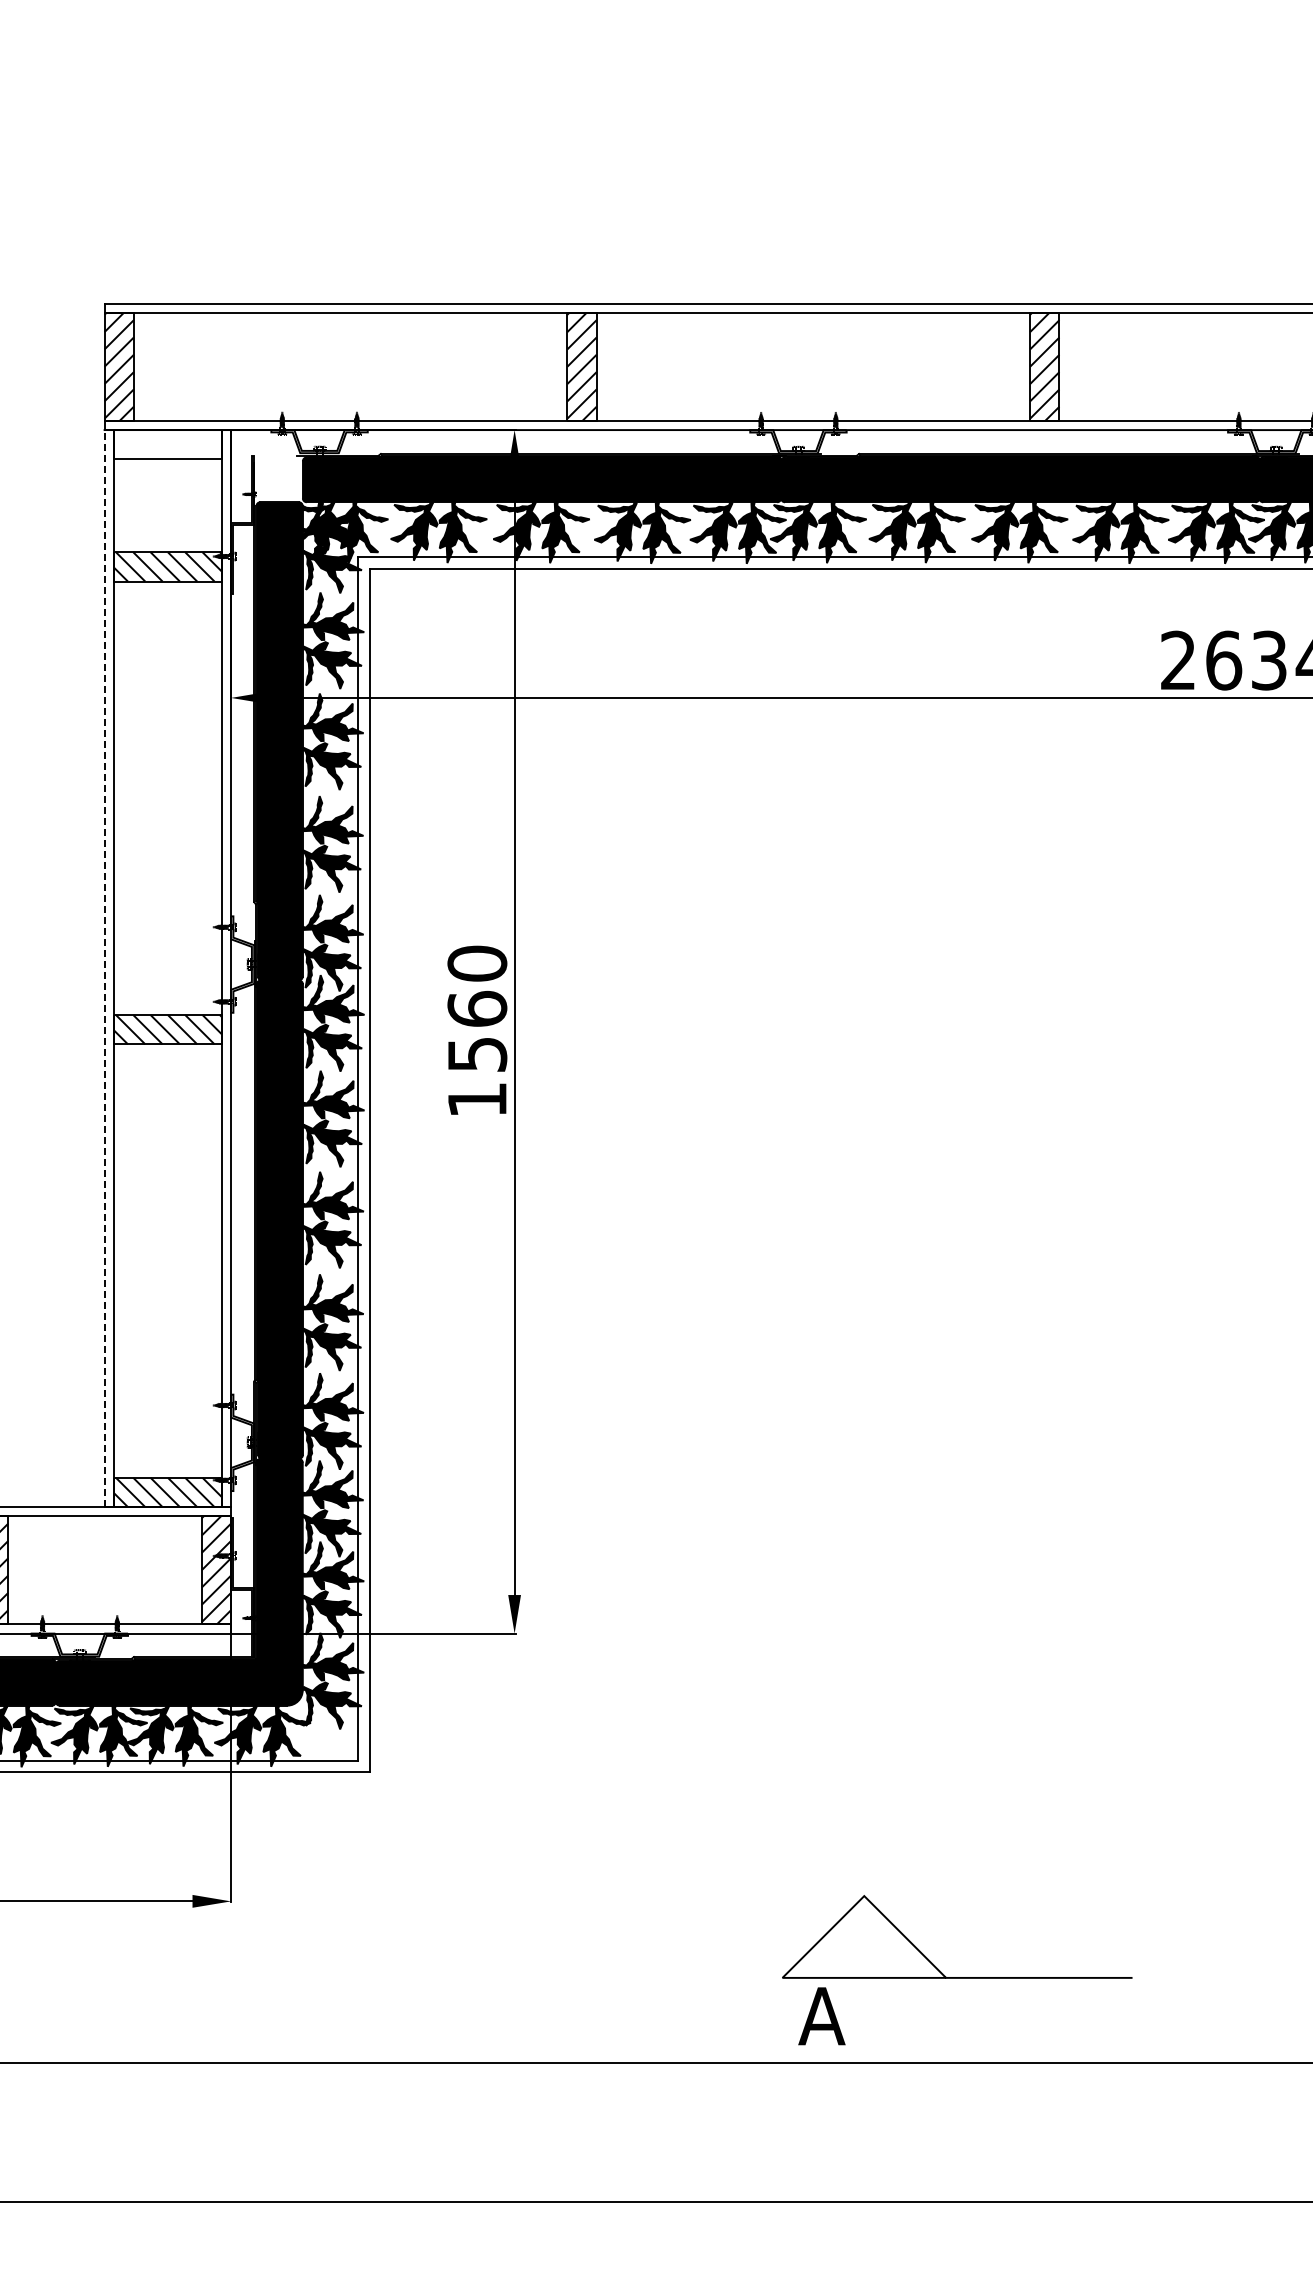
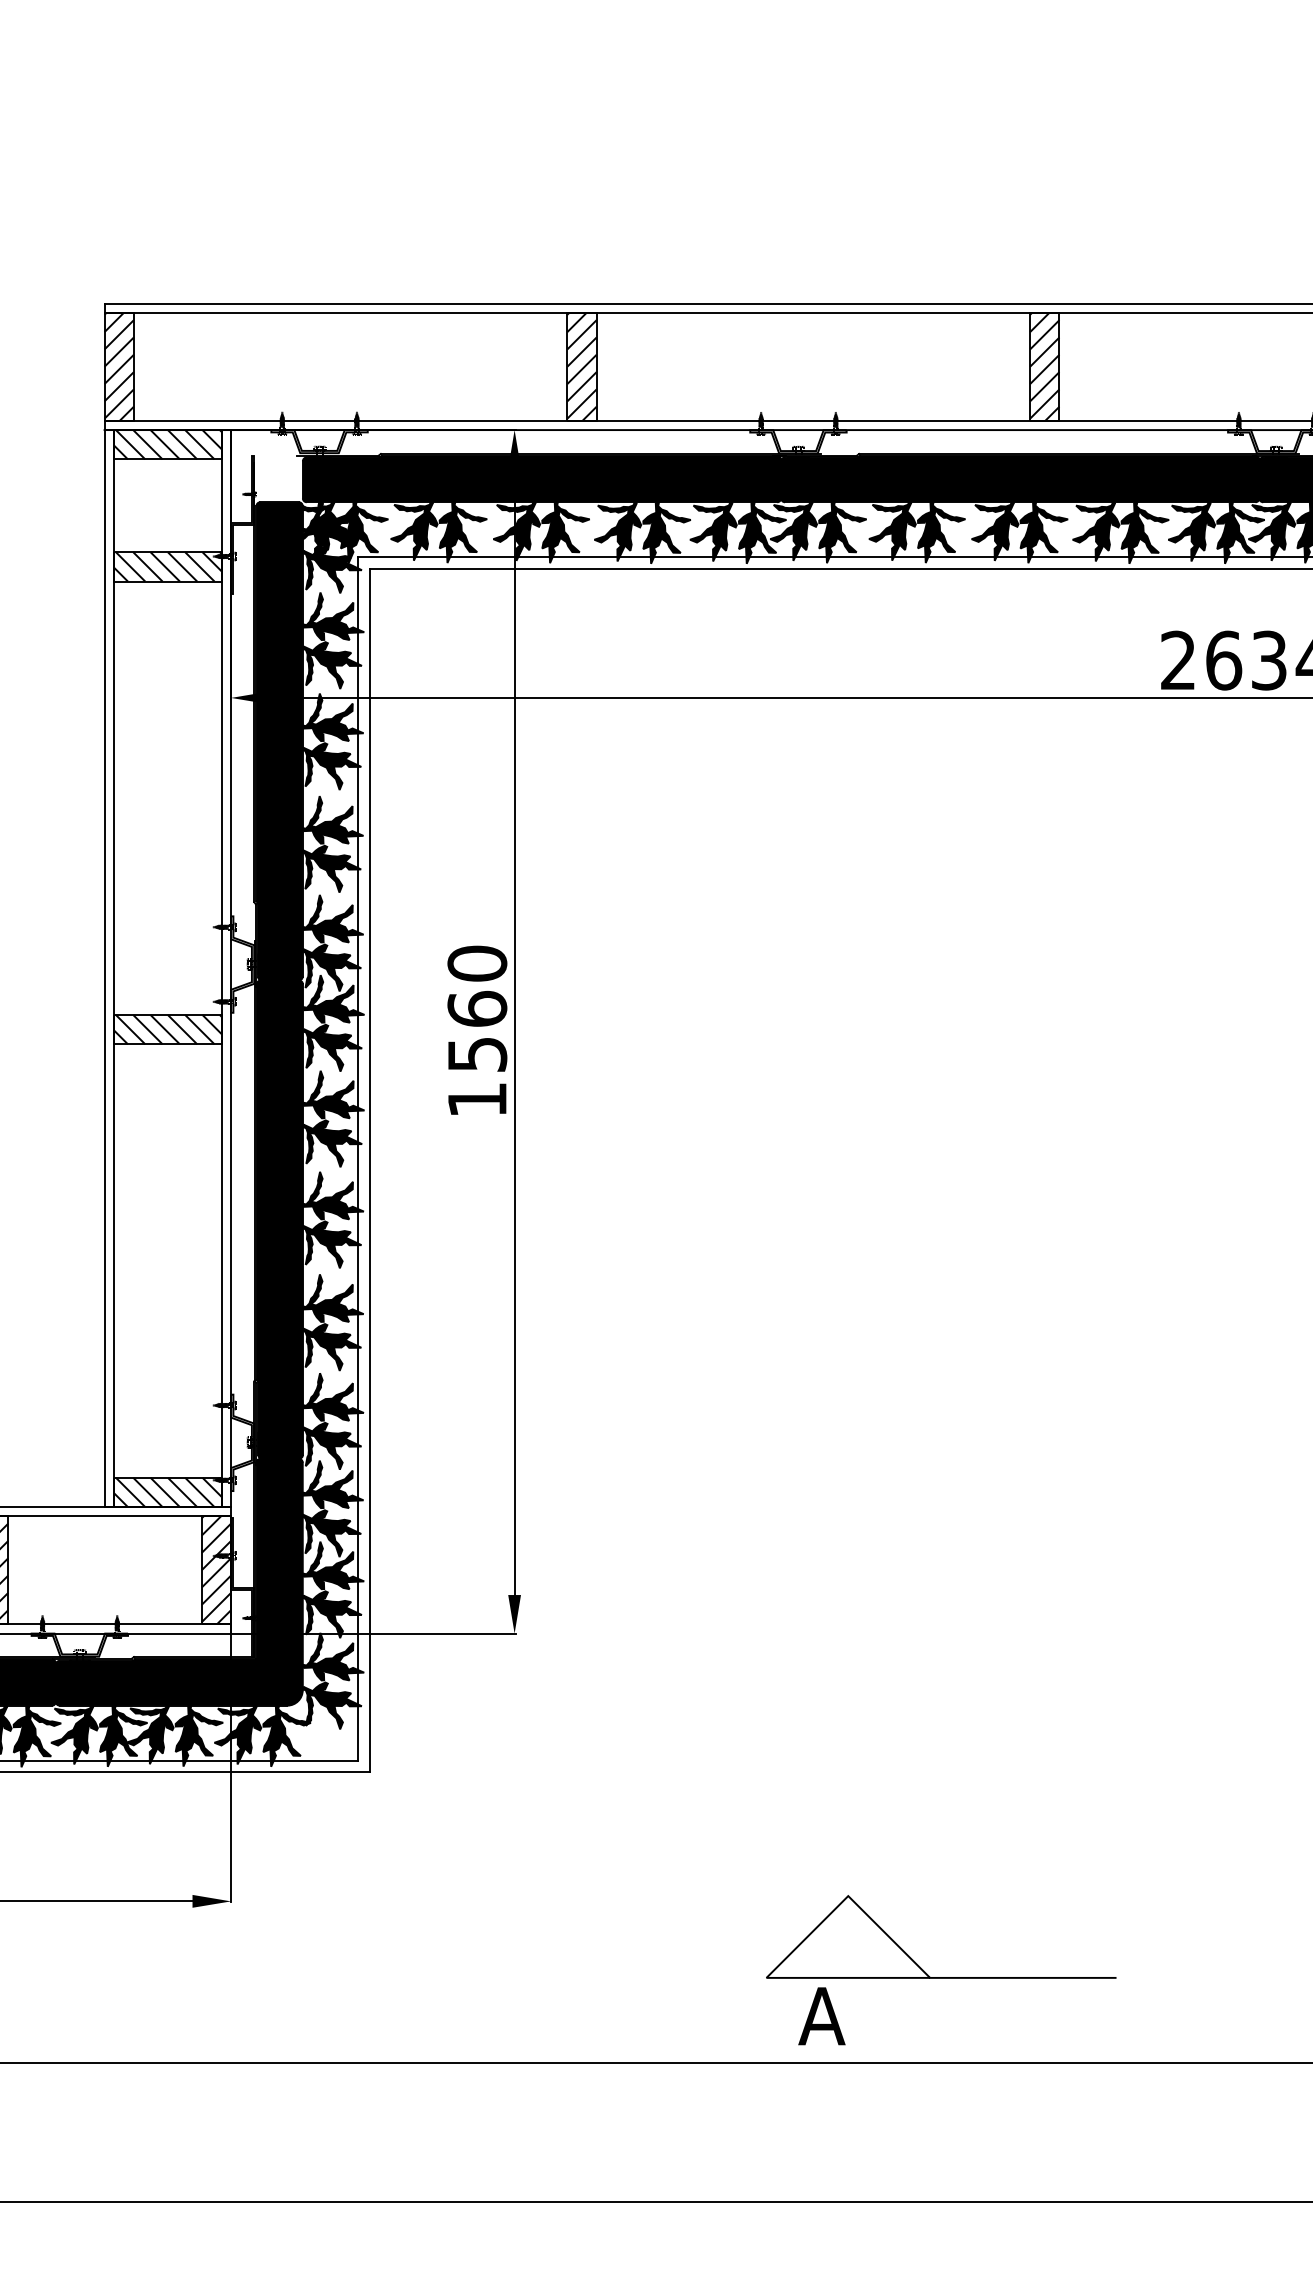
hatch at (167, 444): none -> present
line at (104, 968): dashed -> solid
line at (931, 1961) position: (931, 1961) -> (915, 1961)
